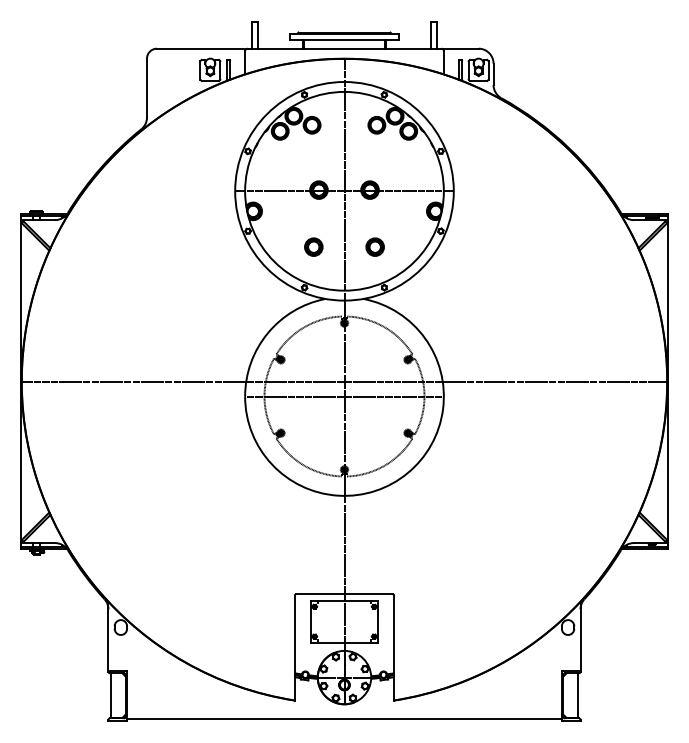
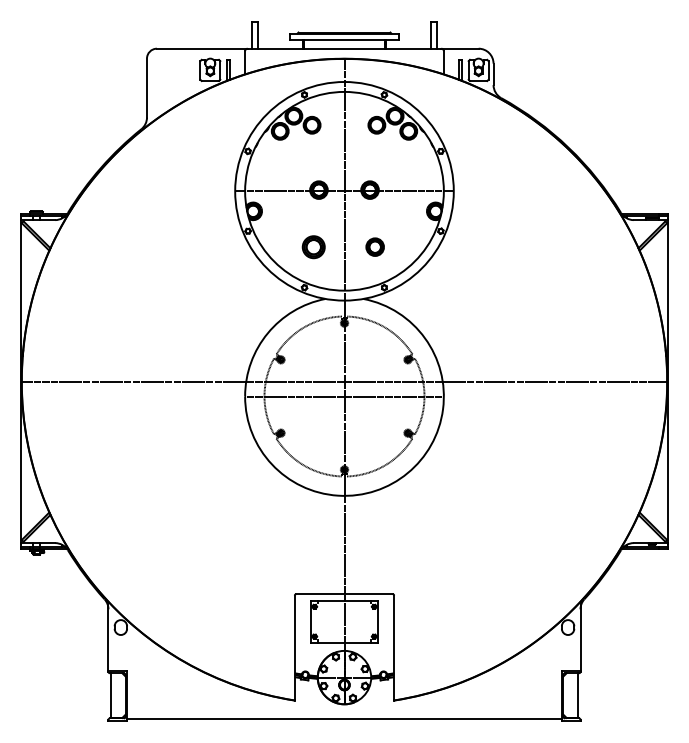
part at (313, 246) size: 20x20 px -> 25x25 px
